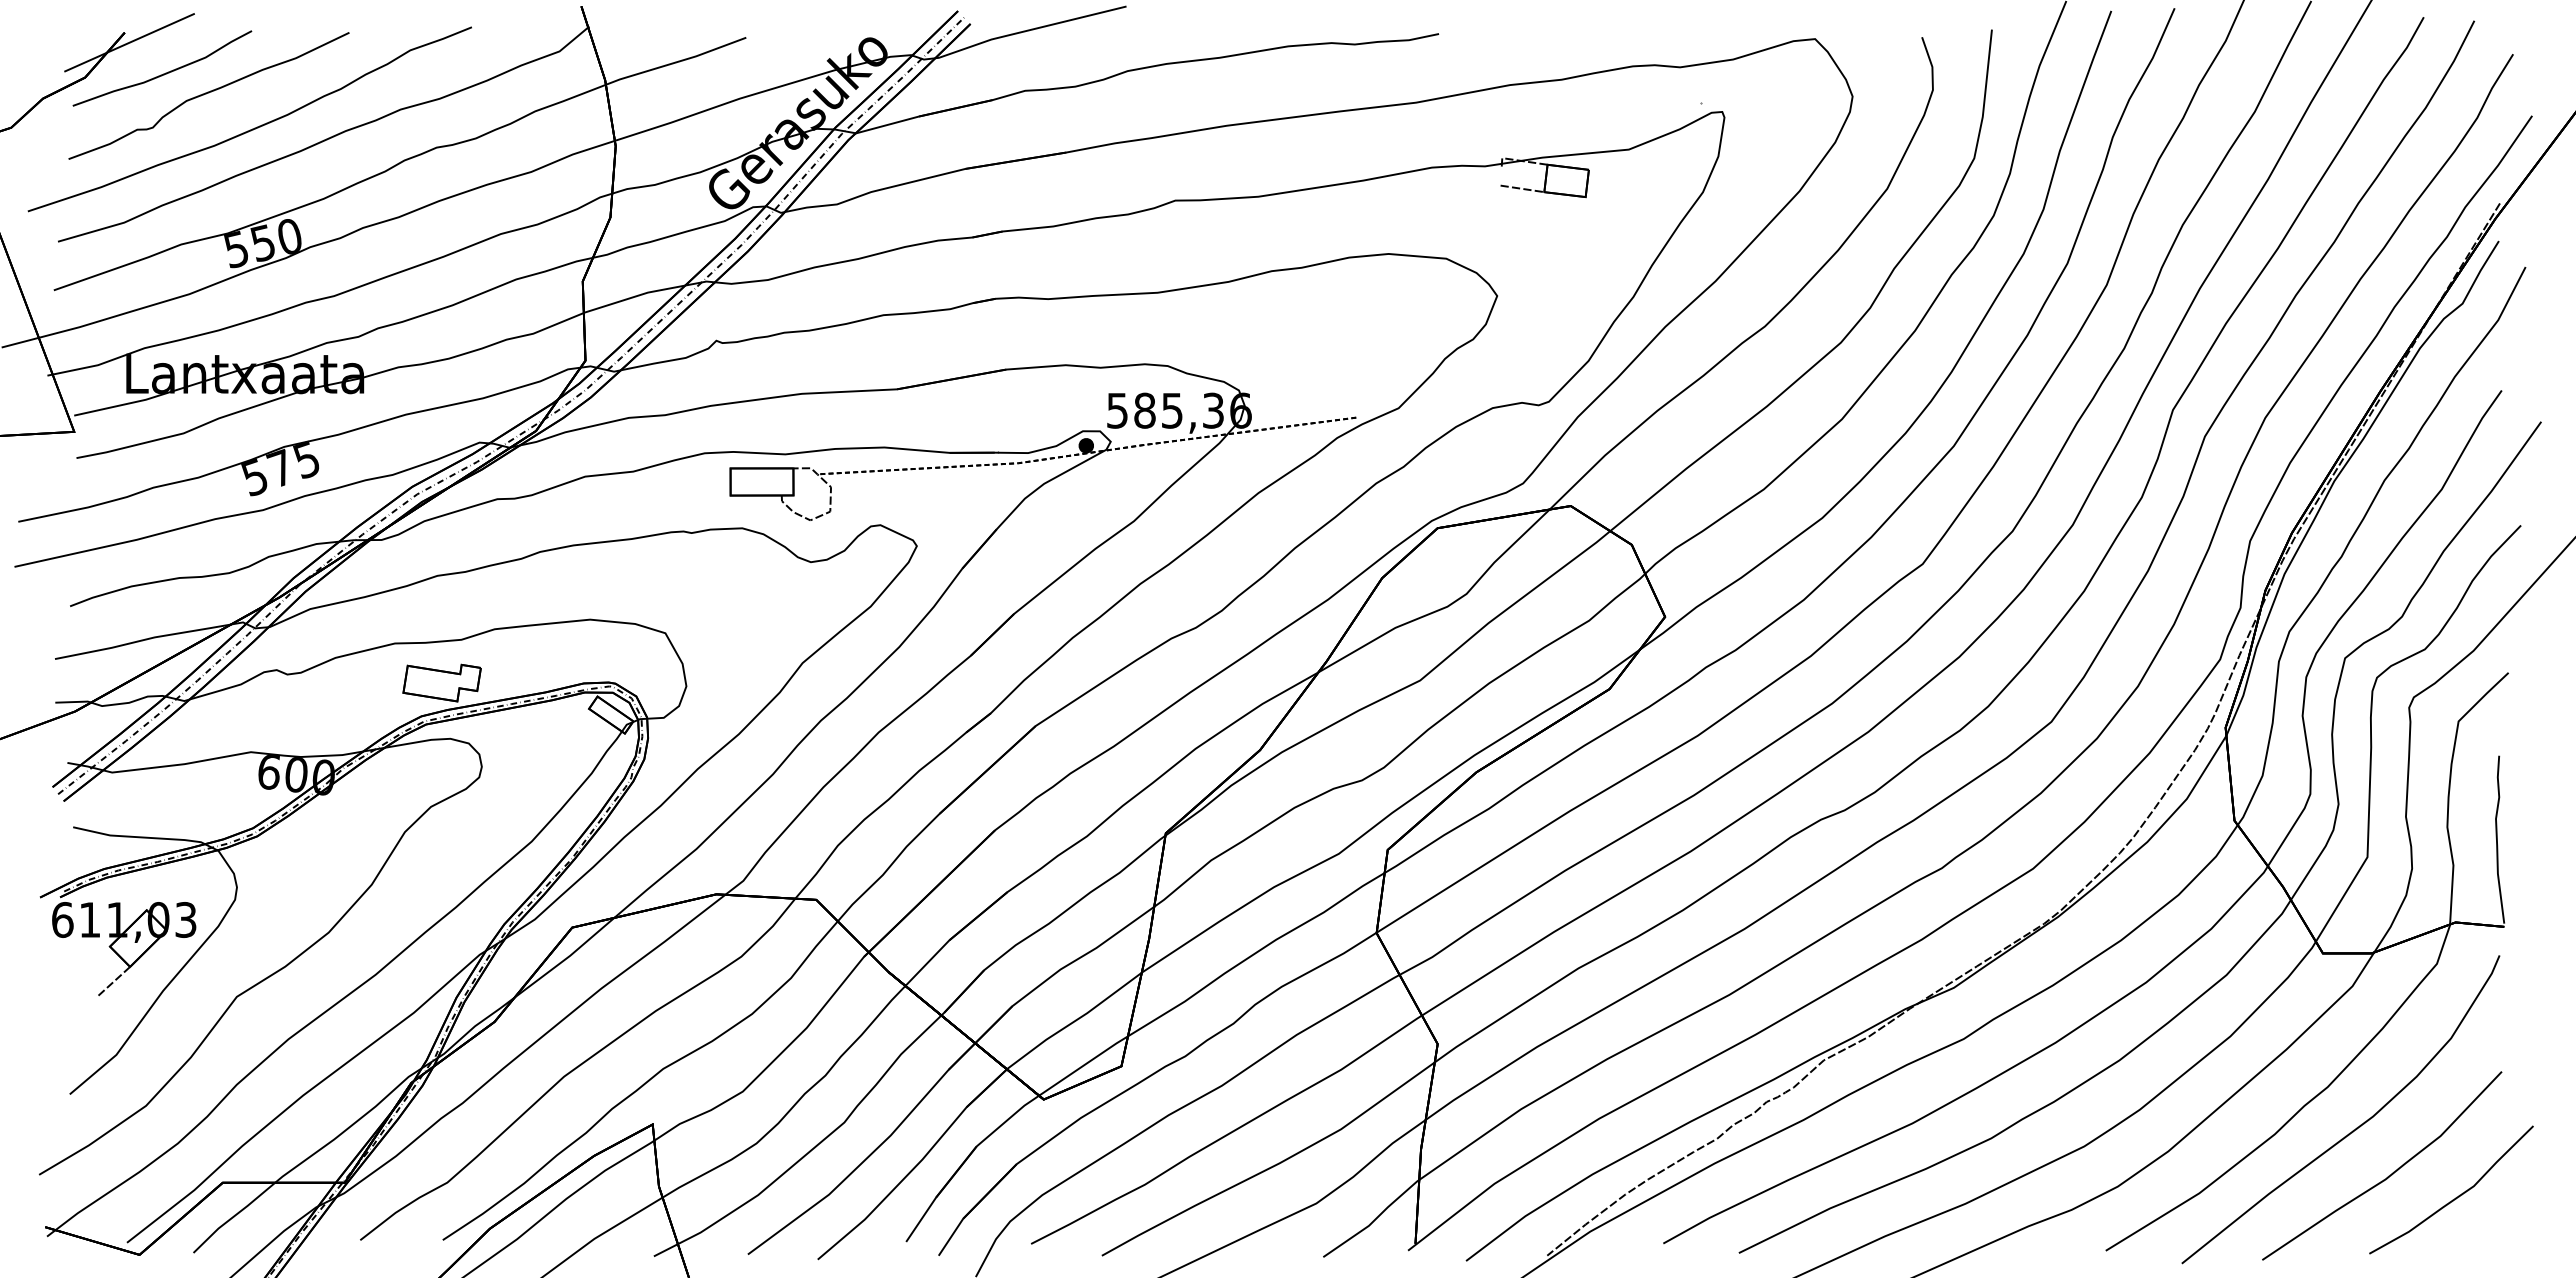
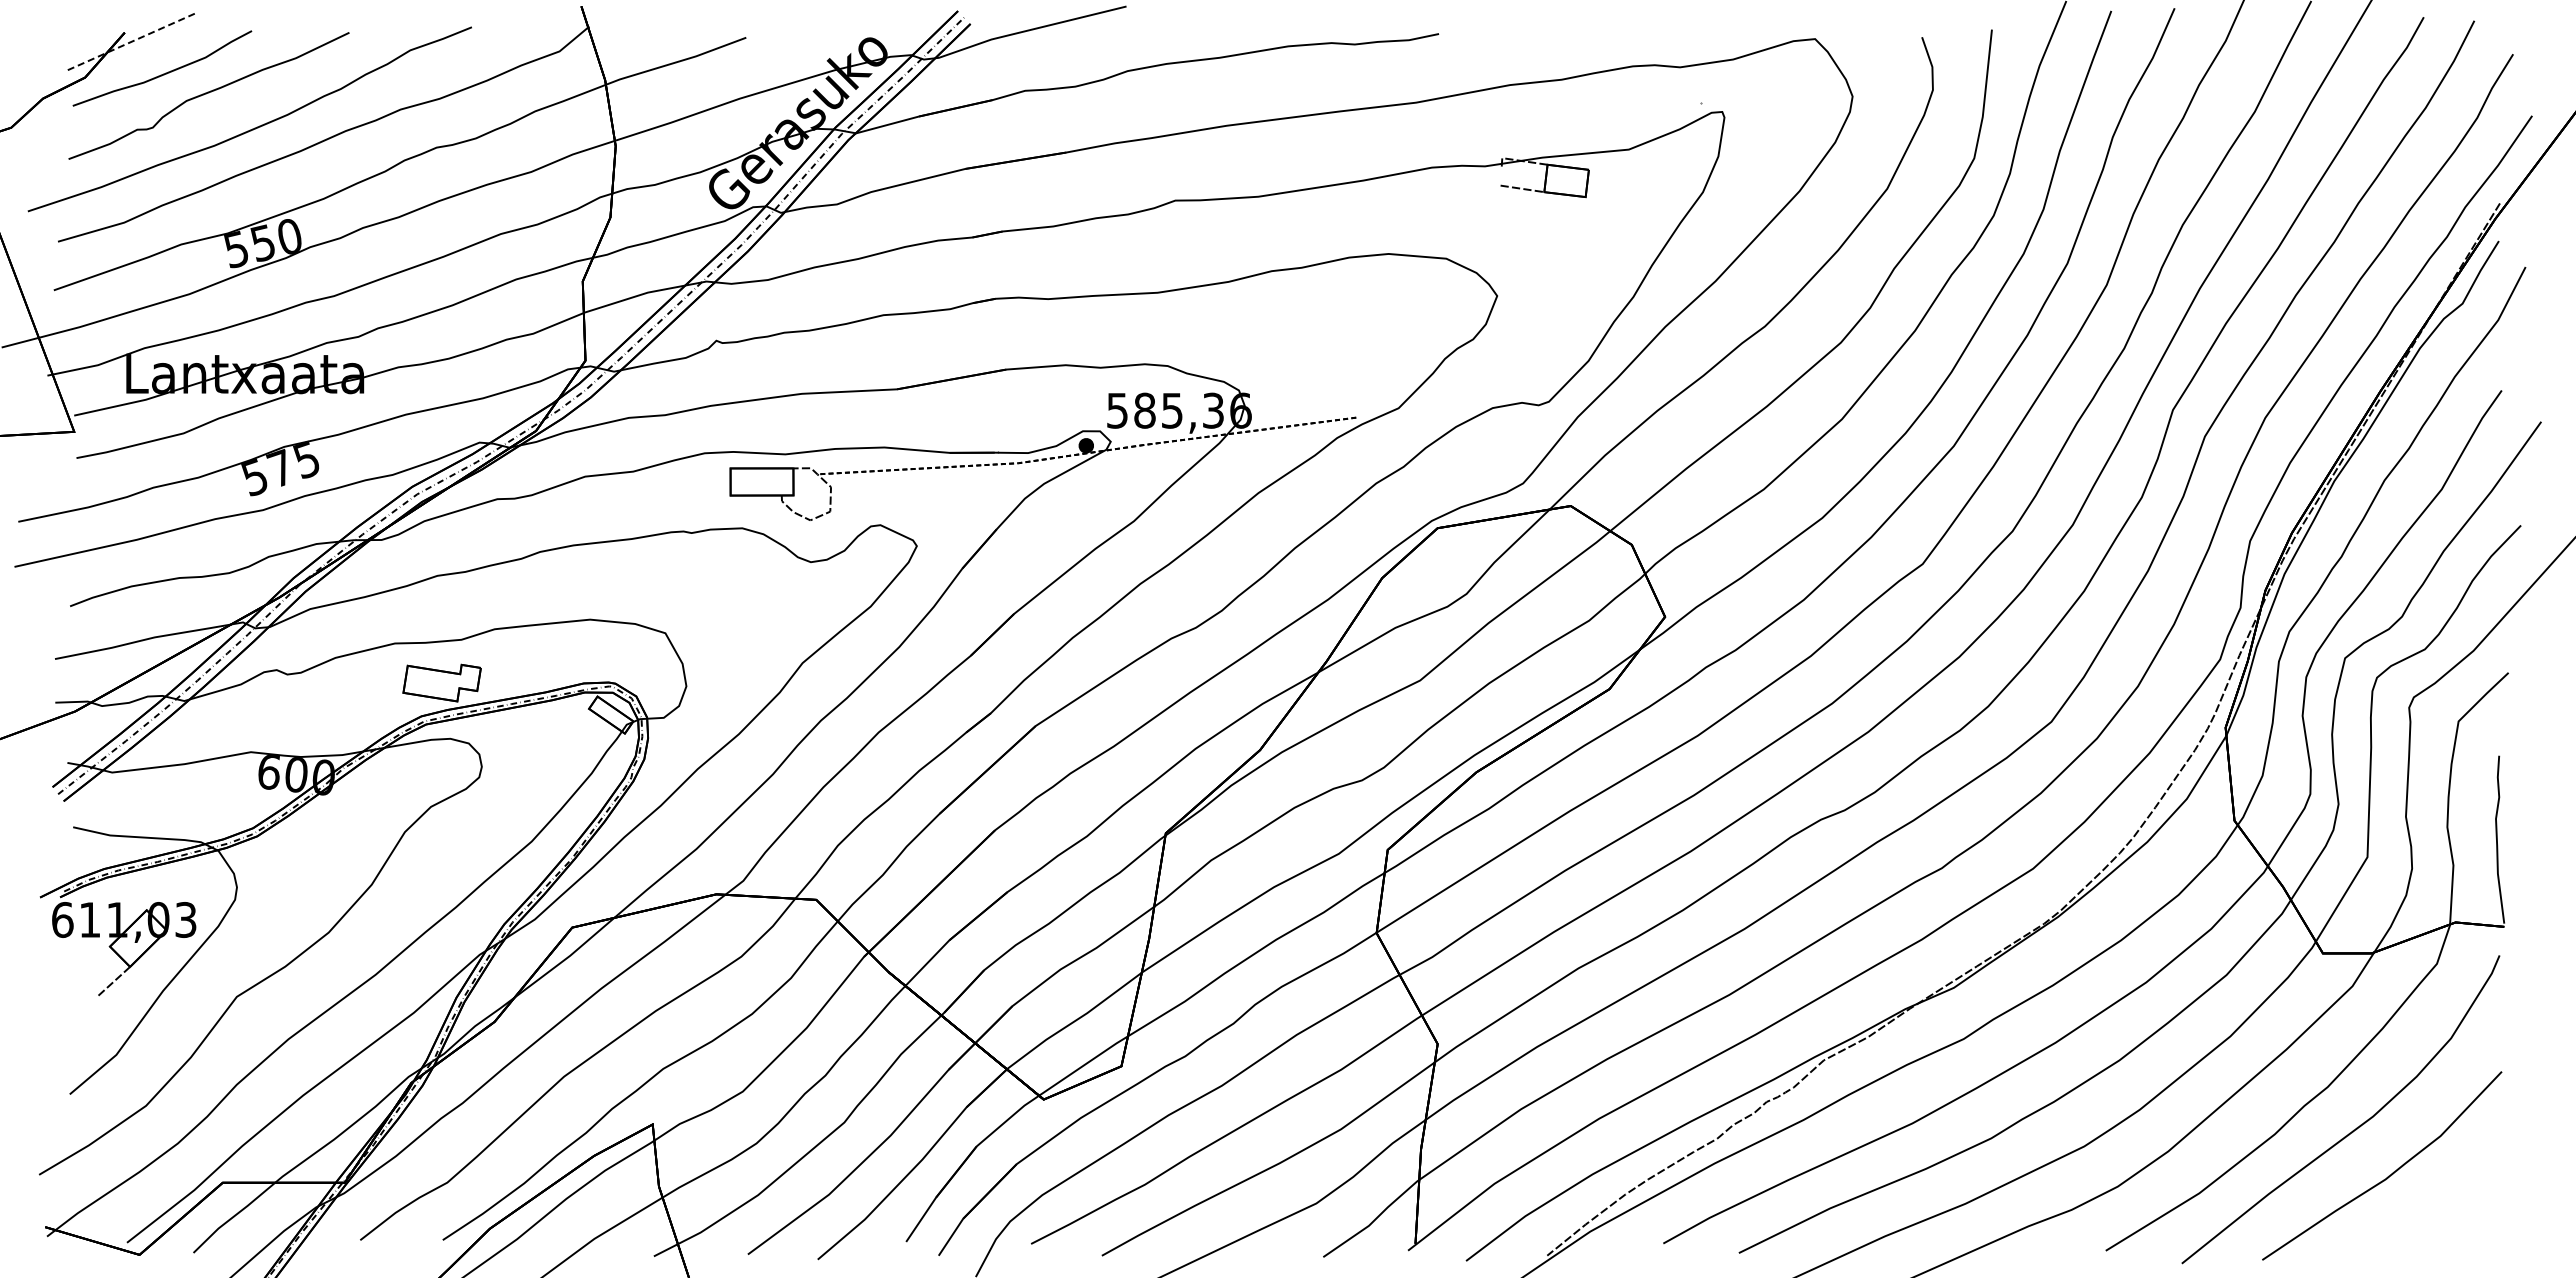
line at (129, 42): solid -> dashed
curve at (2455, 1197): present -> none
